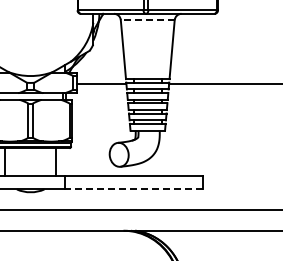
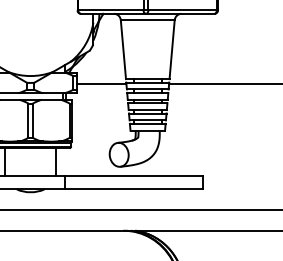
line at (147, 20): dashed -> solid
line at (133, 189): dashed -> solid
